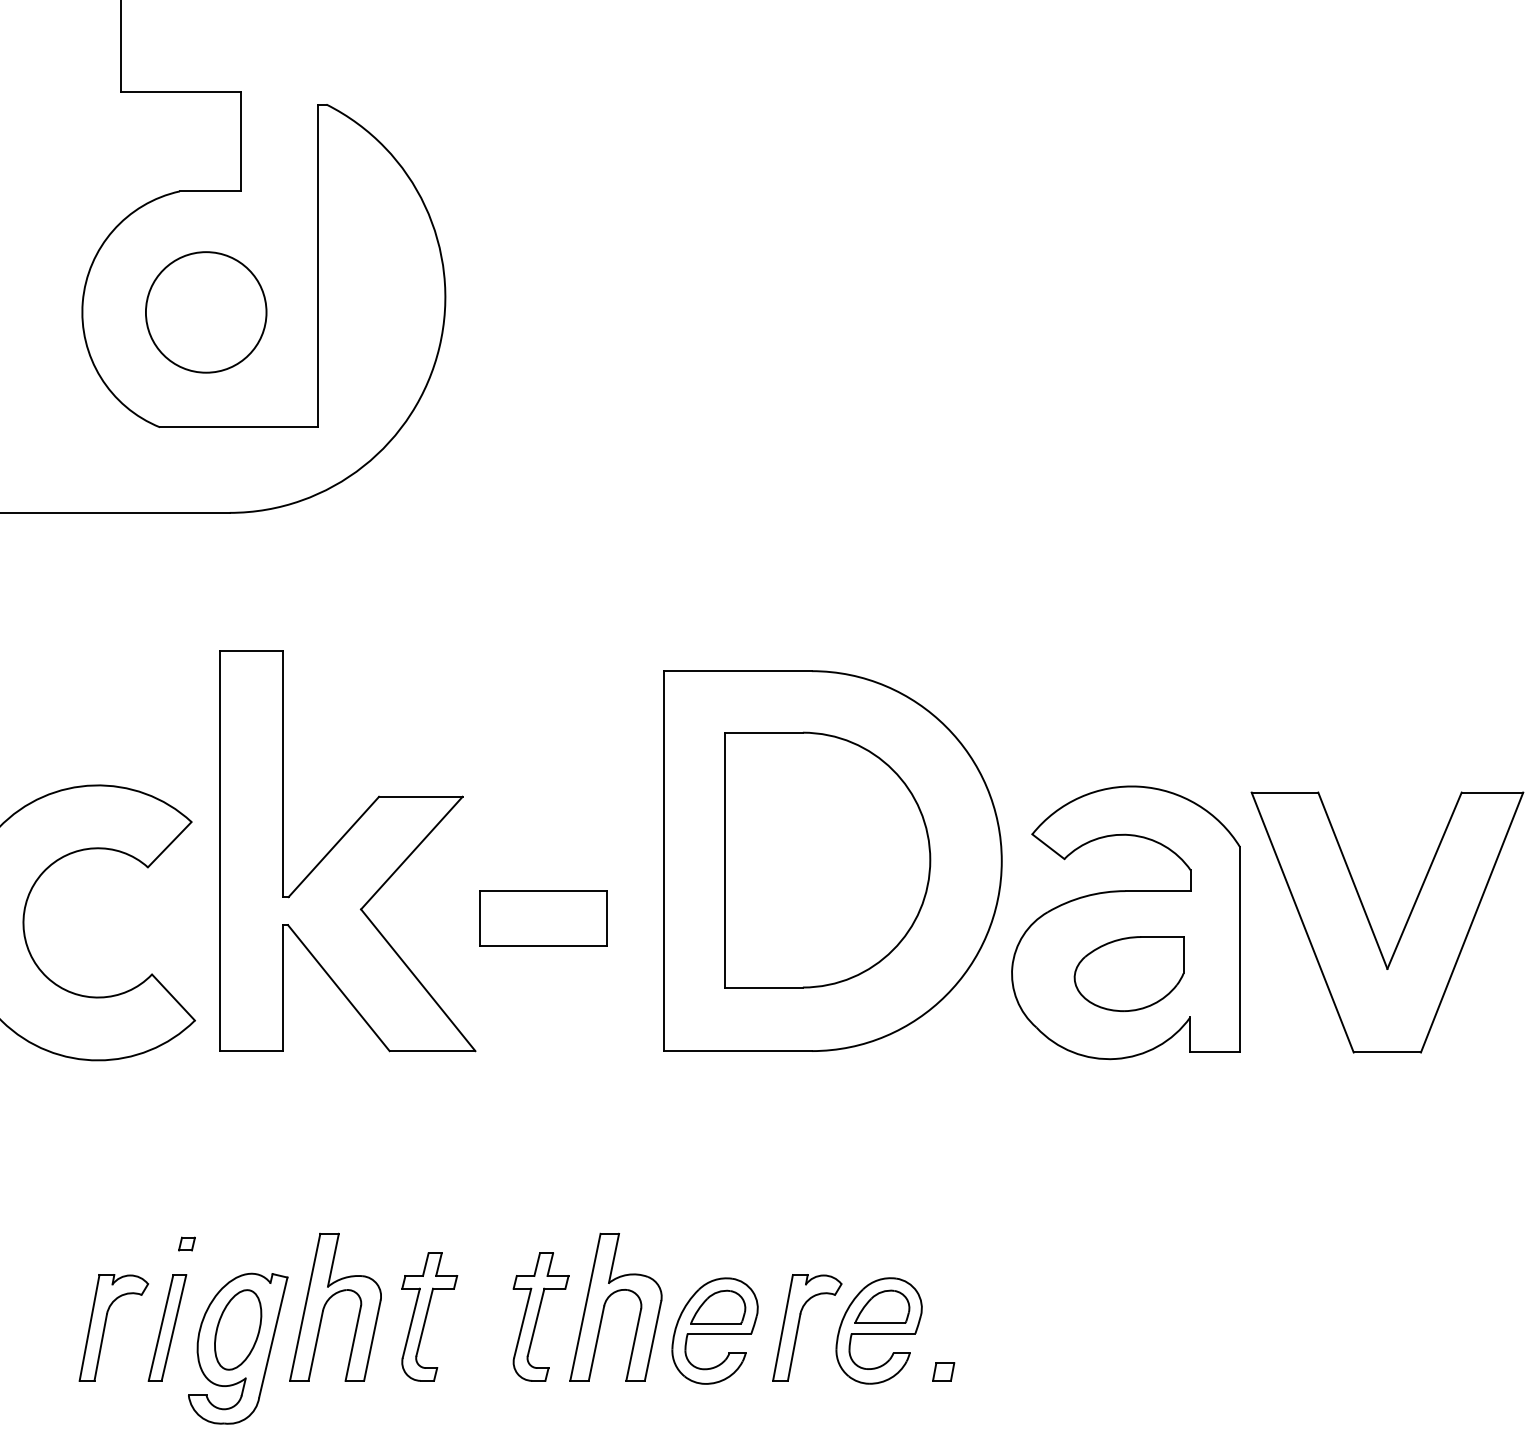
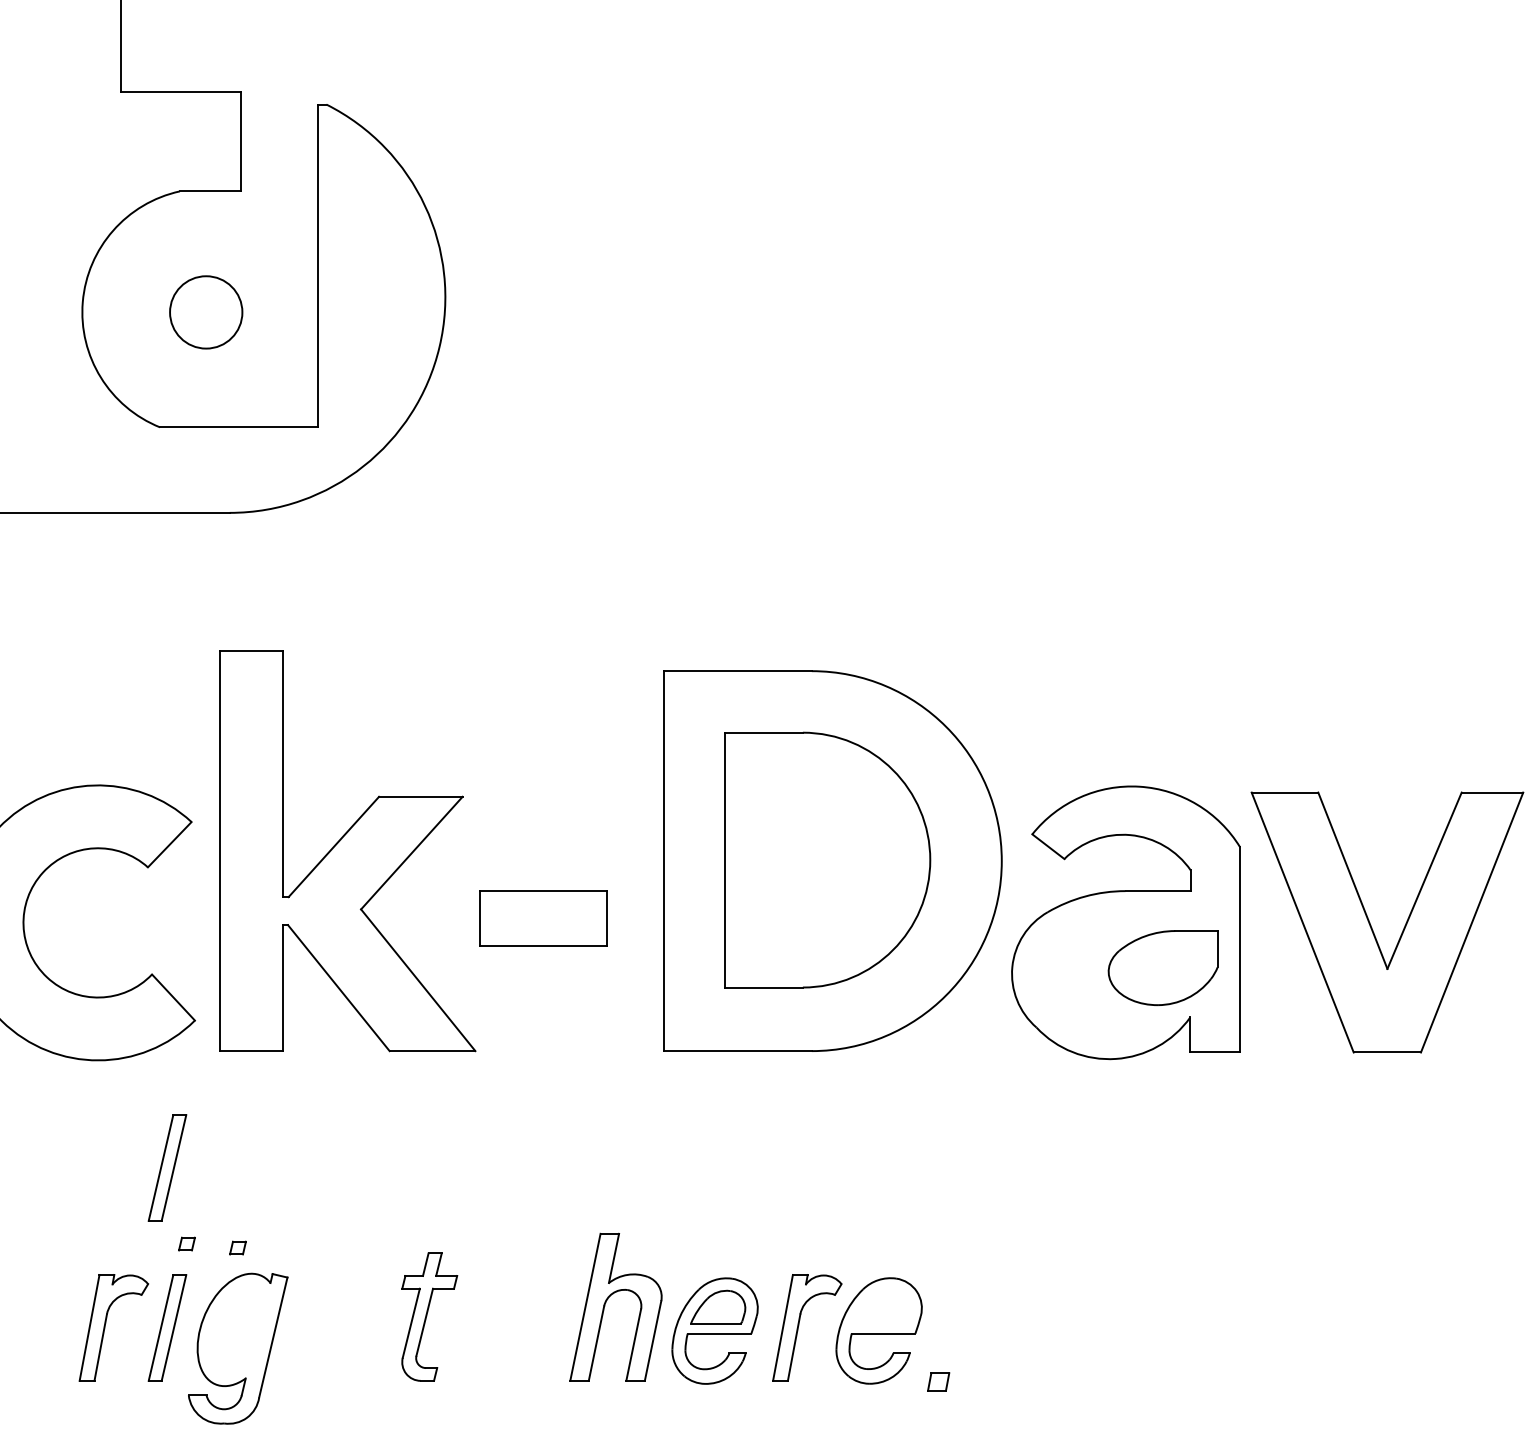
circle at (205, 312) diameter: 121 px -> 72 px
part at (1128, 974) position: (1128, 974) -> (1162, 968)
part at (167, 1167): none -> present
part at (237, 1247): none -> present
part at (329, 1300): present -> none
part at (882, 1306): present -> none
part at (540, 1316): present -> none
part at (238, 1329): present -> none
part at (943, 1371) position: (943, 1371) -> (938, 1381)
